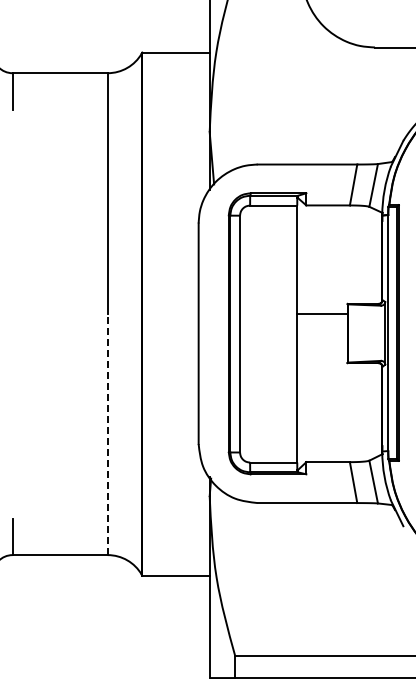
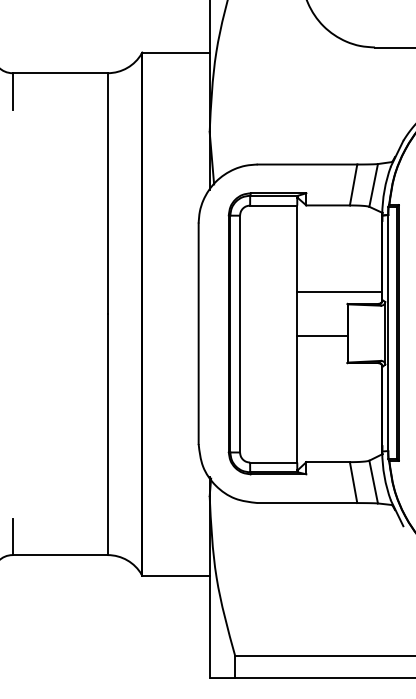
line at (339, 292): none -> present
line at (322, 314) position: (322, 314) -> (322, 336)
line at (107, 434): dashed -> solid
